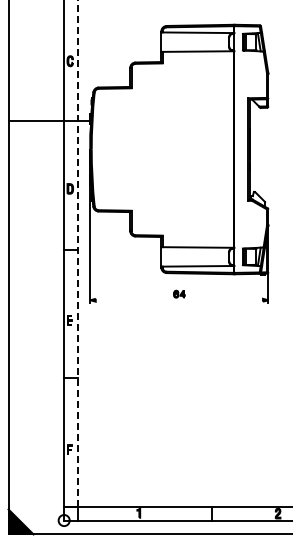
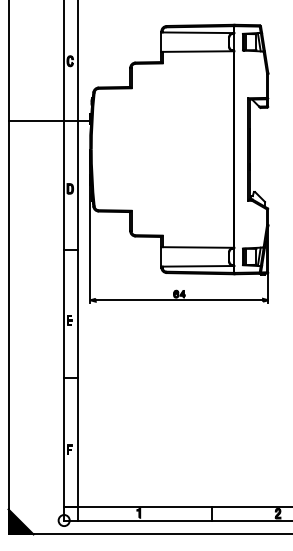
line at (78, 253): dashed -> solid
line at (179, 300): none -> present
